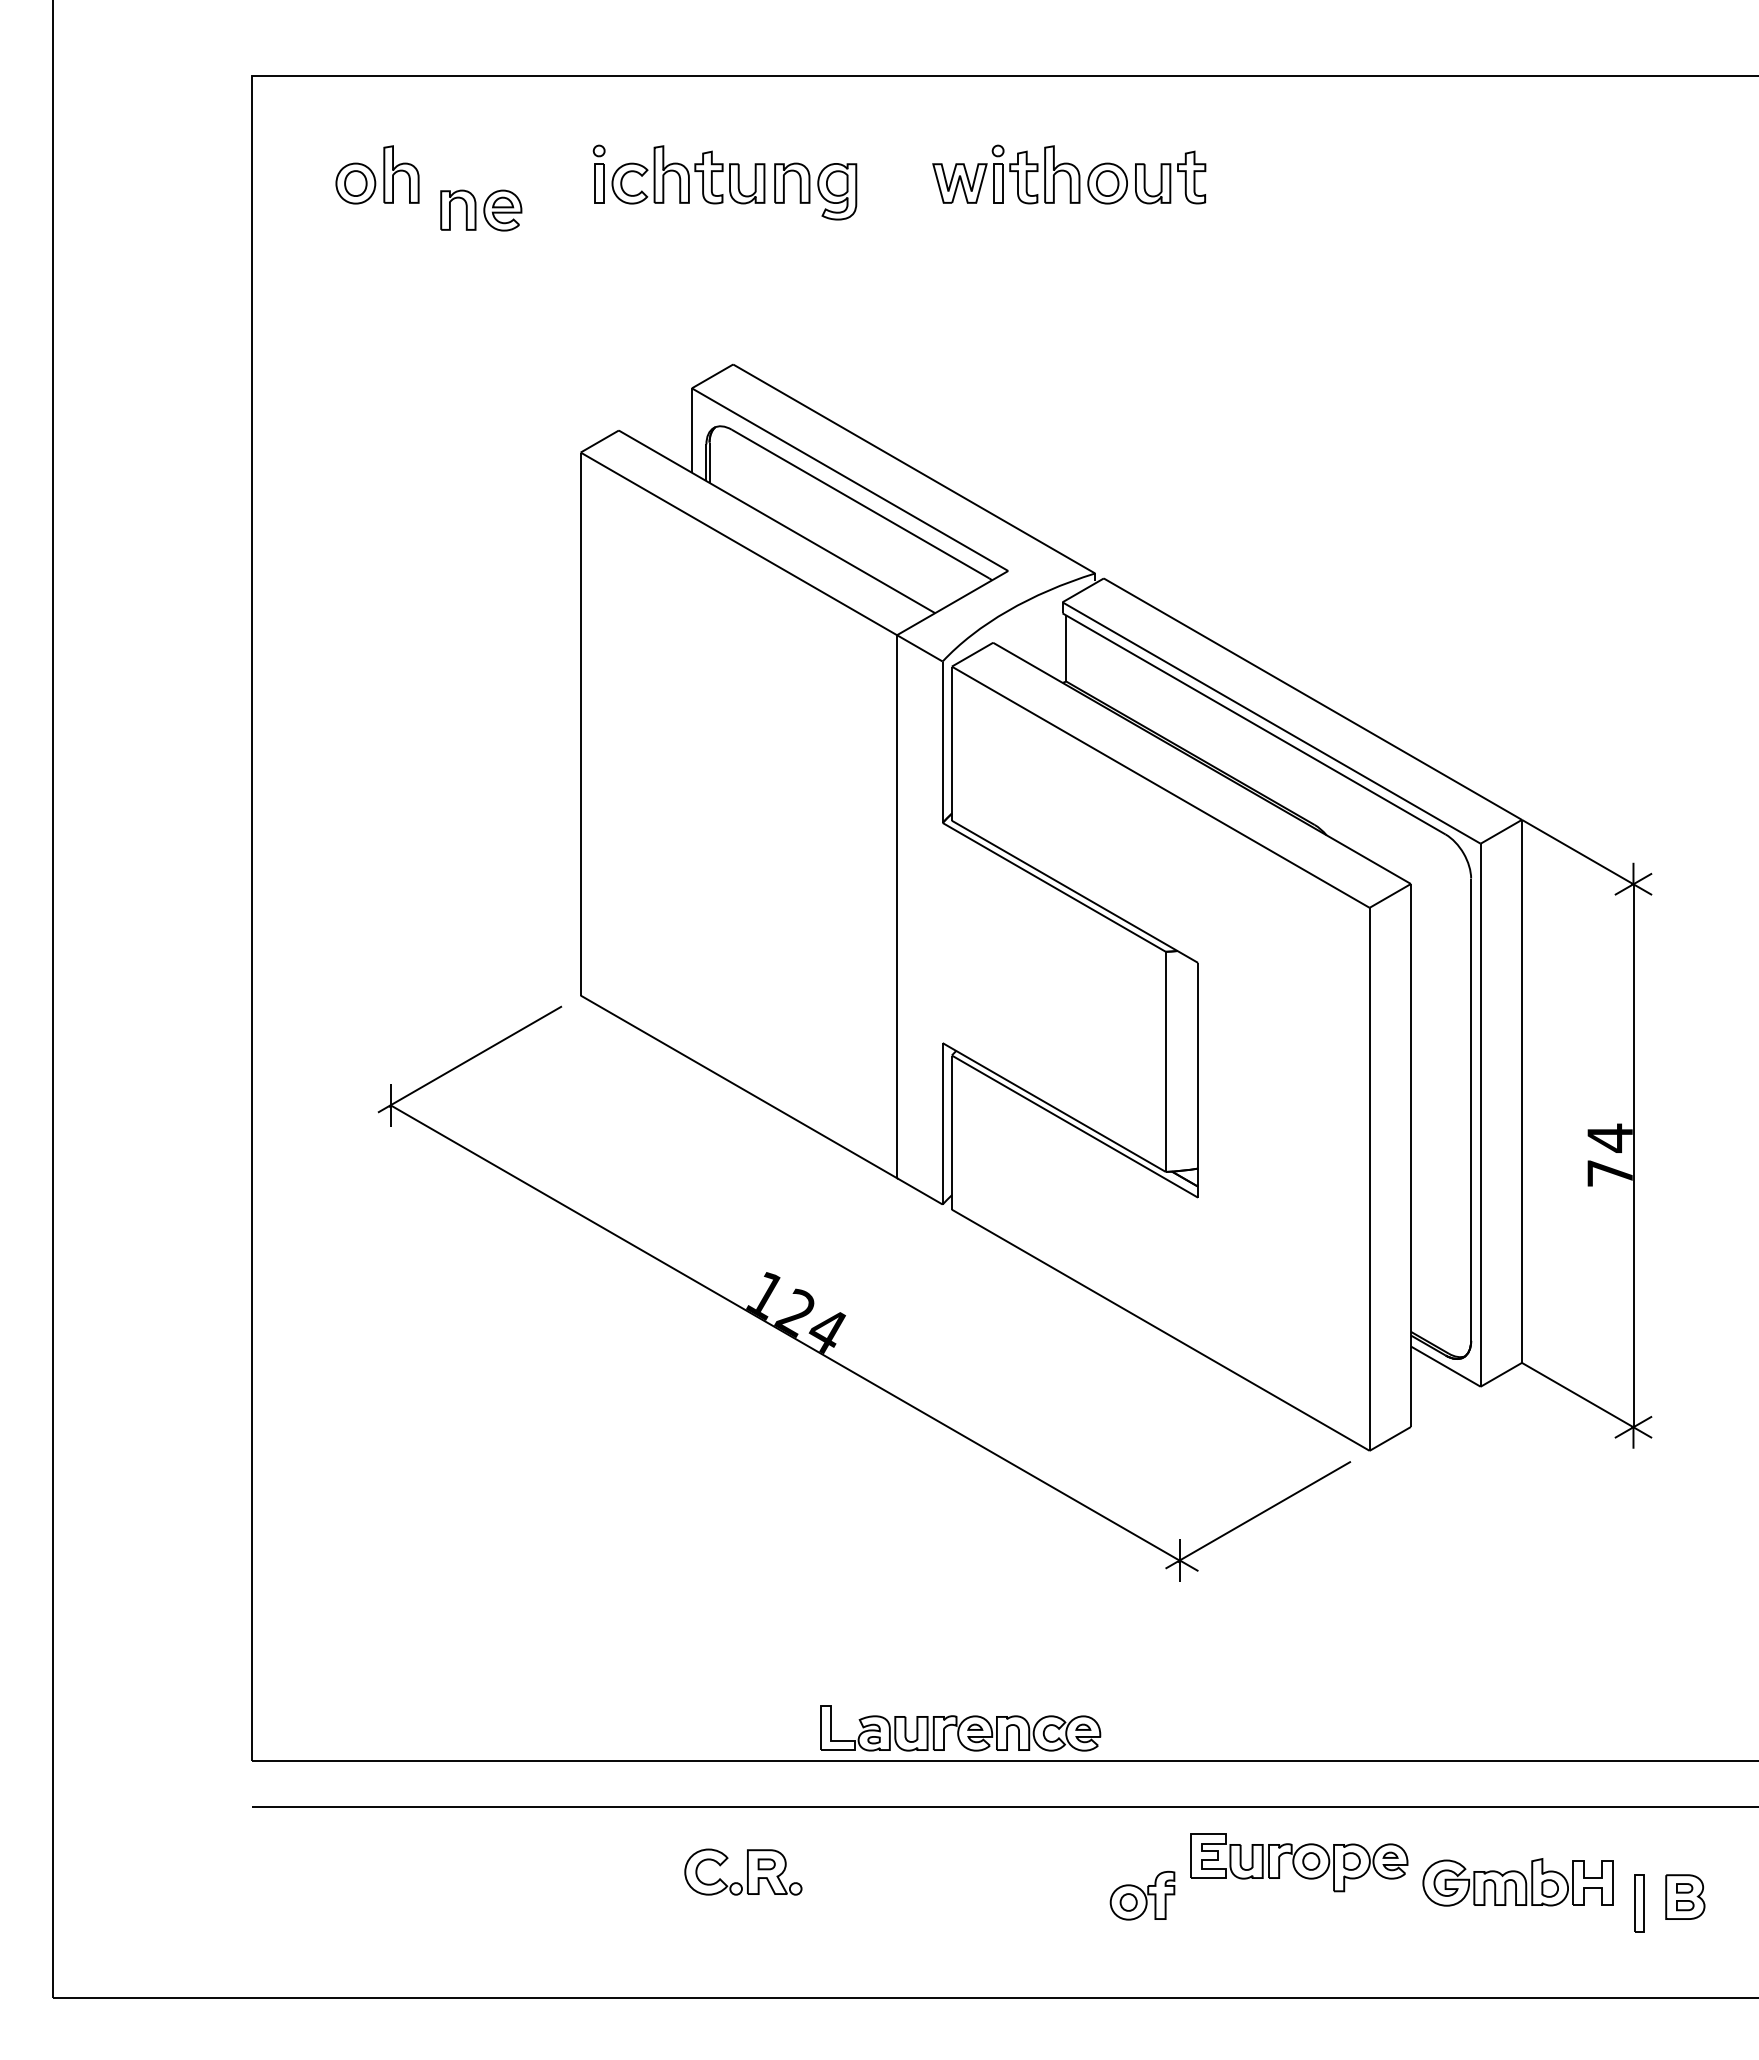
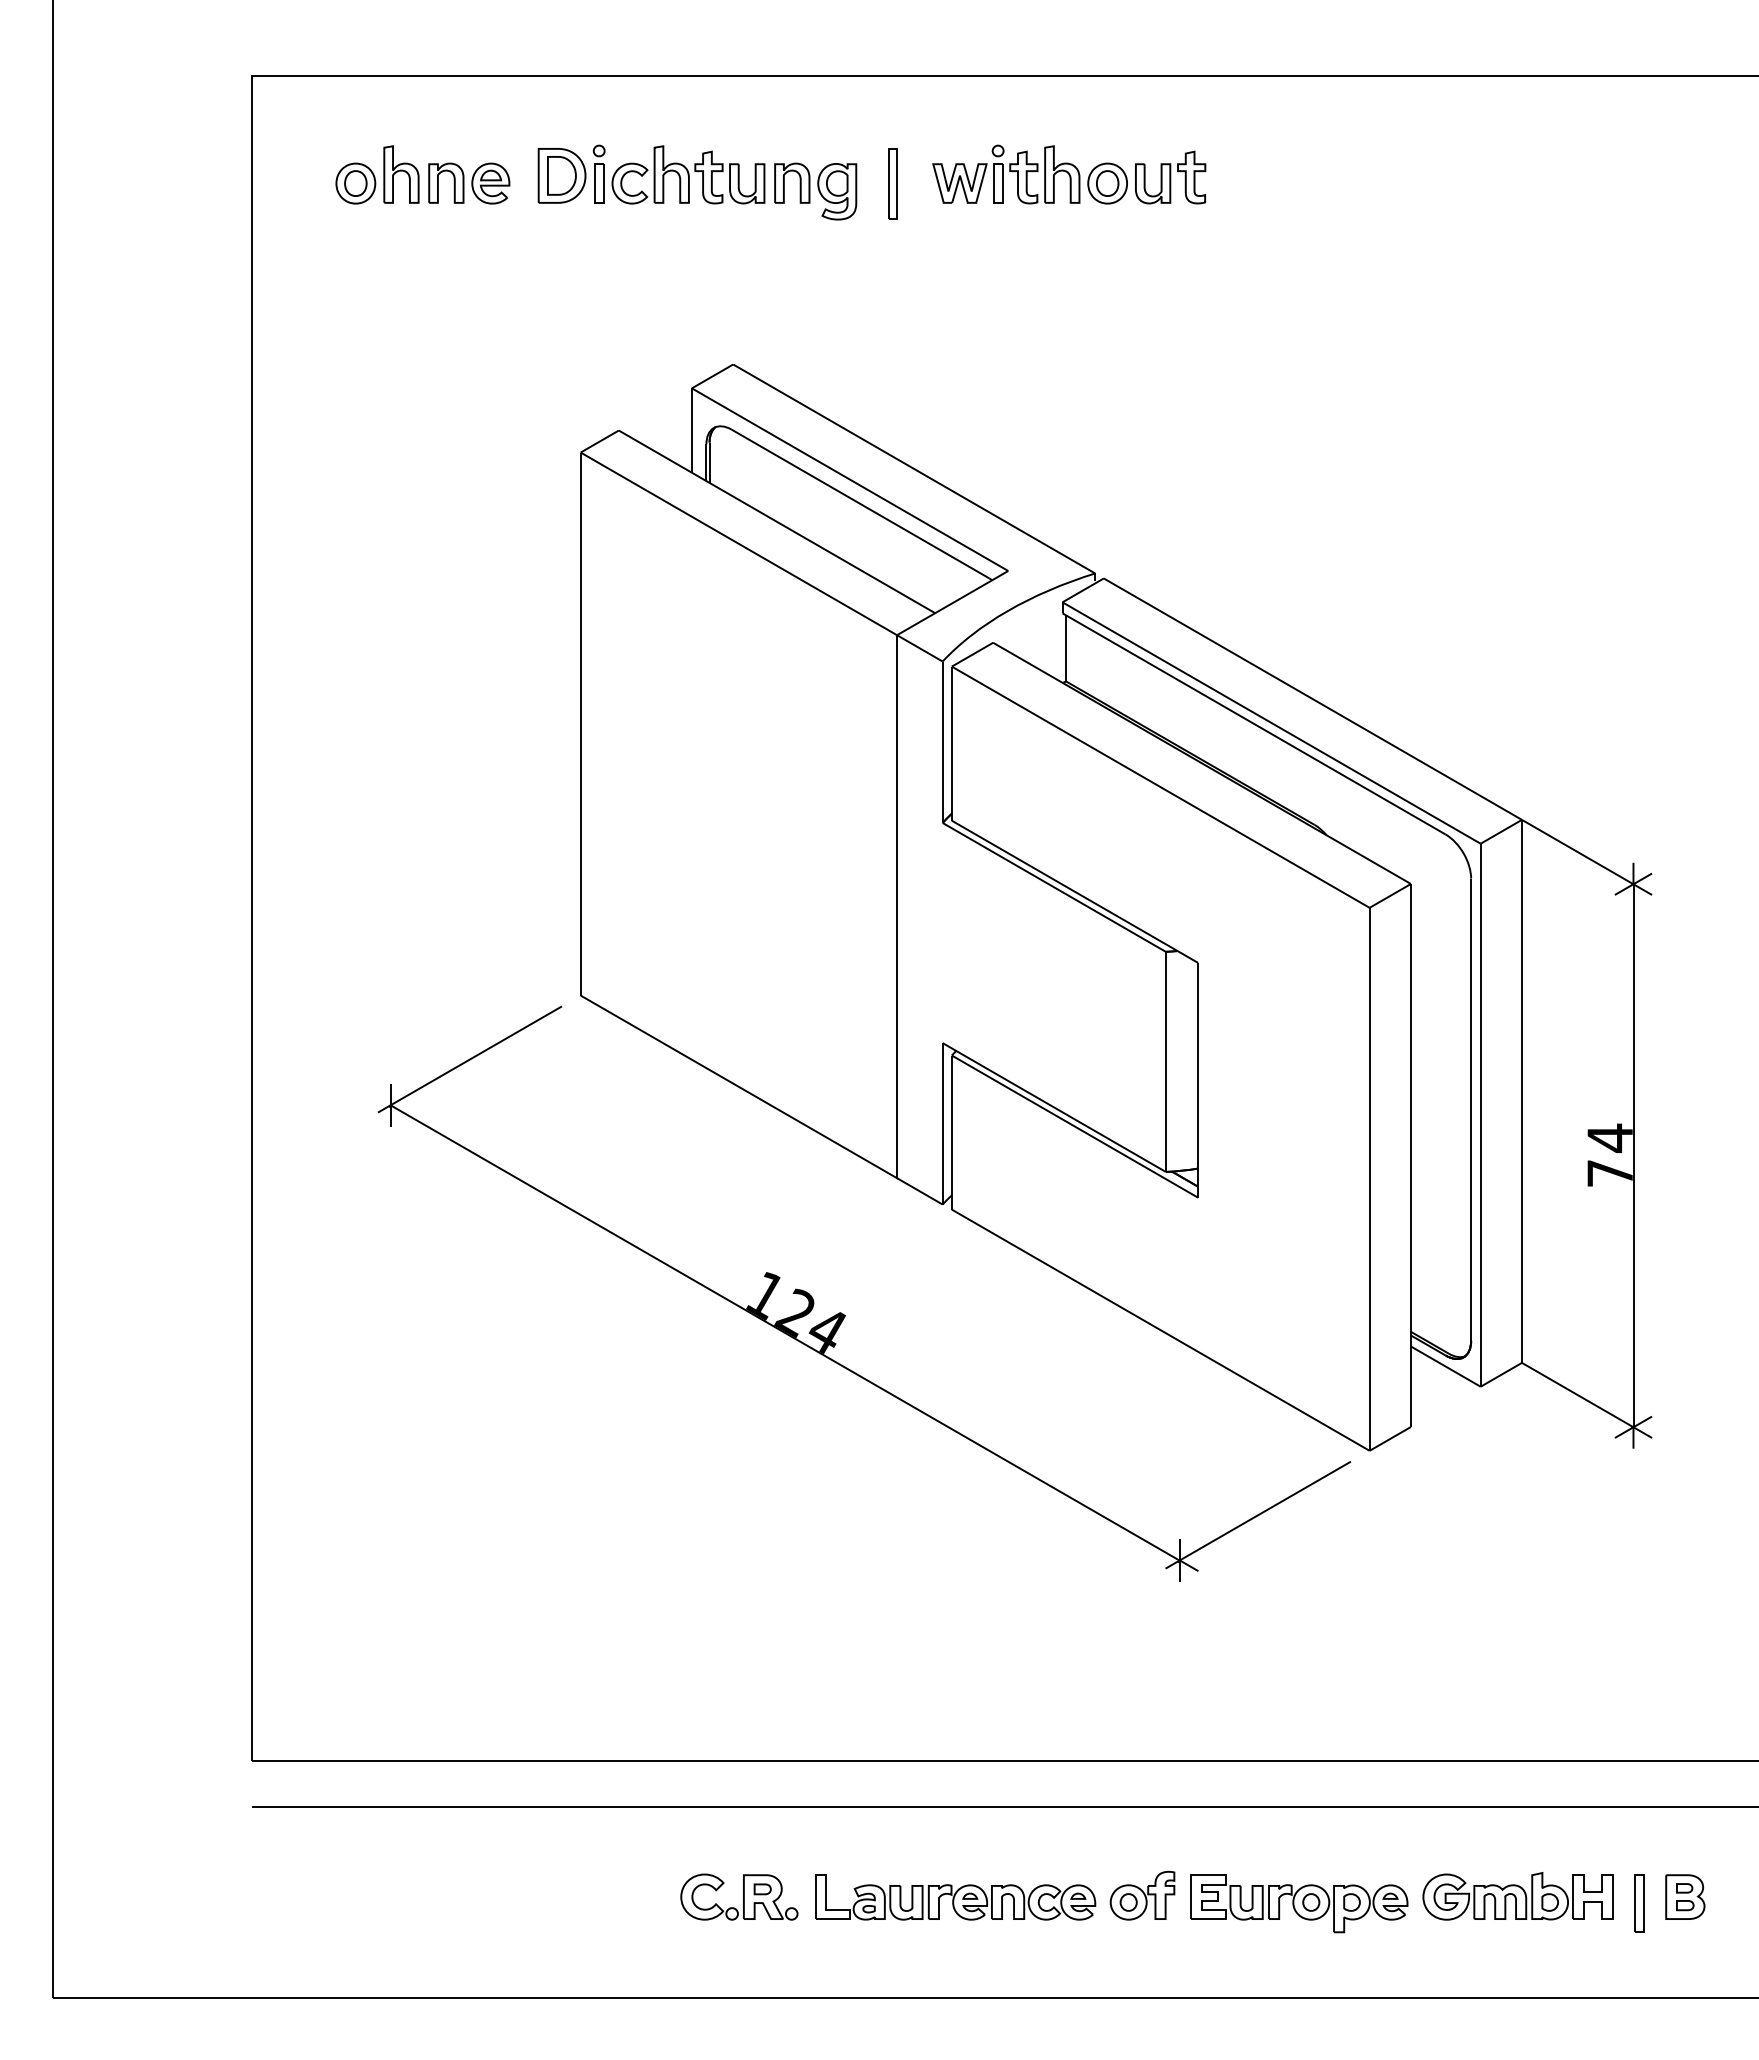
part at (561, 175): none -> present
part at (892, 183): none -> present
part at (481, 210) position: (481, 210) -> (469, 183)
part at (960, 1728) position: (960, 1728) -> (955, 1897)
part at (1299, 1862) position: (1299, 1862) -> (1299, 1903)
part at (743, 1871) position: (743, 1871) -> (739, 1896)
part at (1517, 1882) position: (1517, 1882) -> (1517, 1896)
